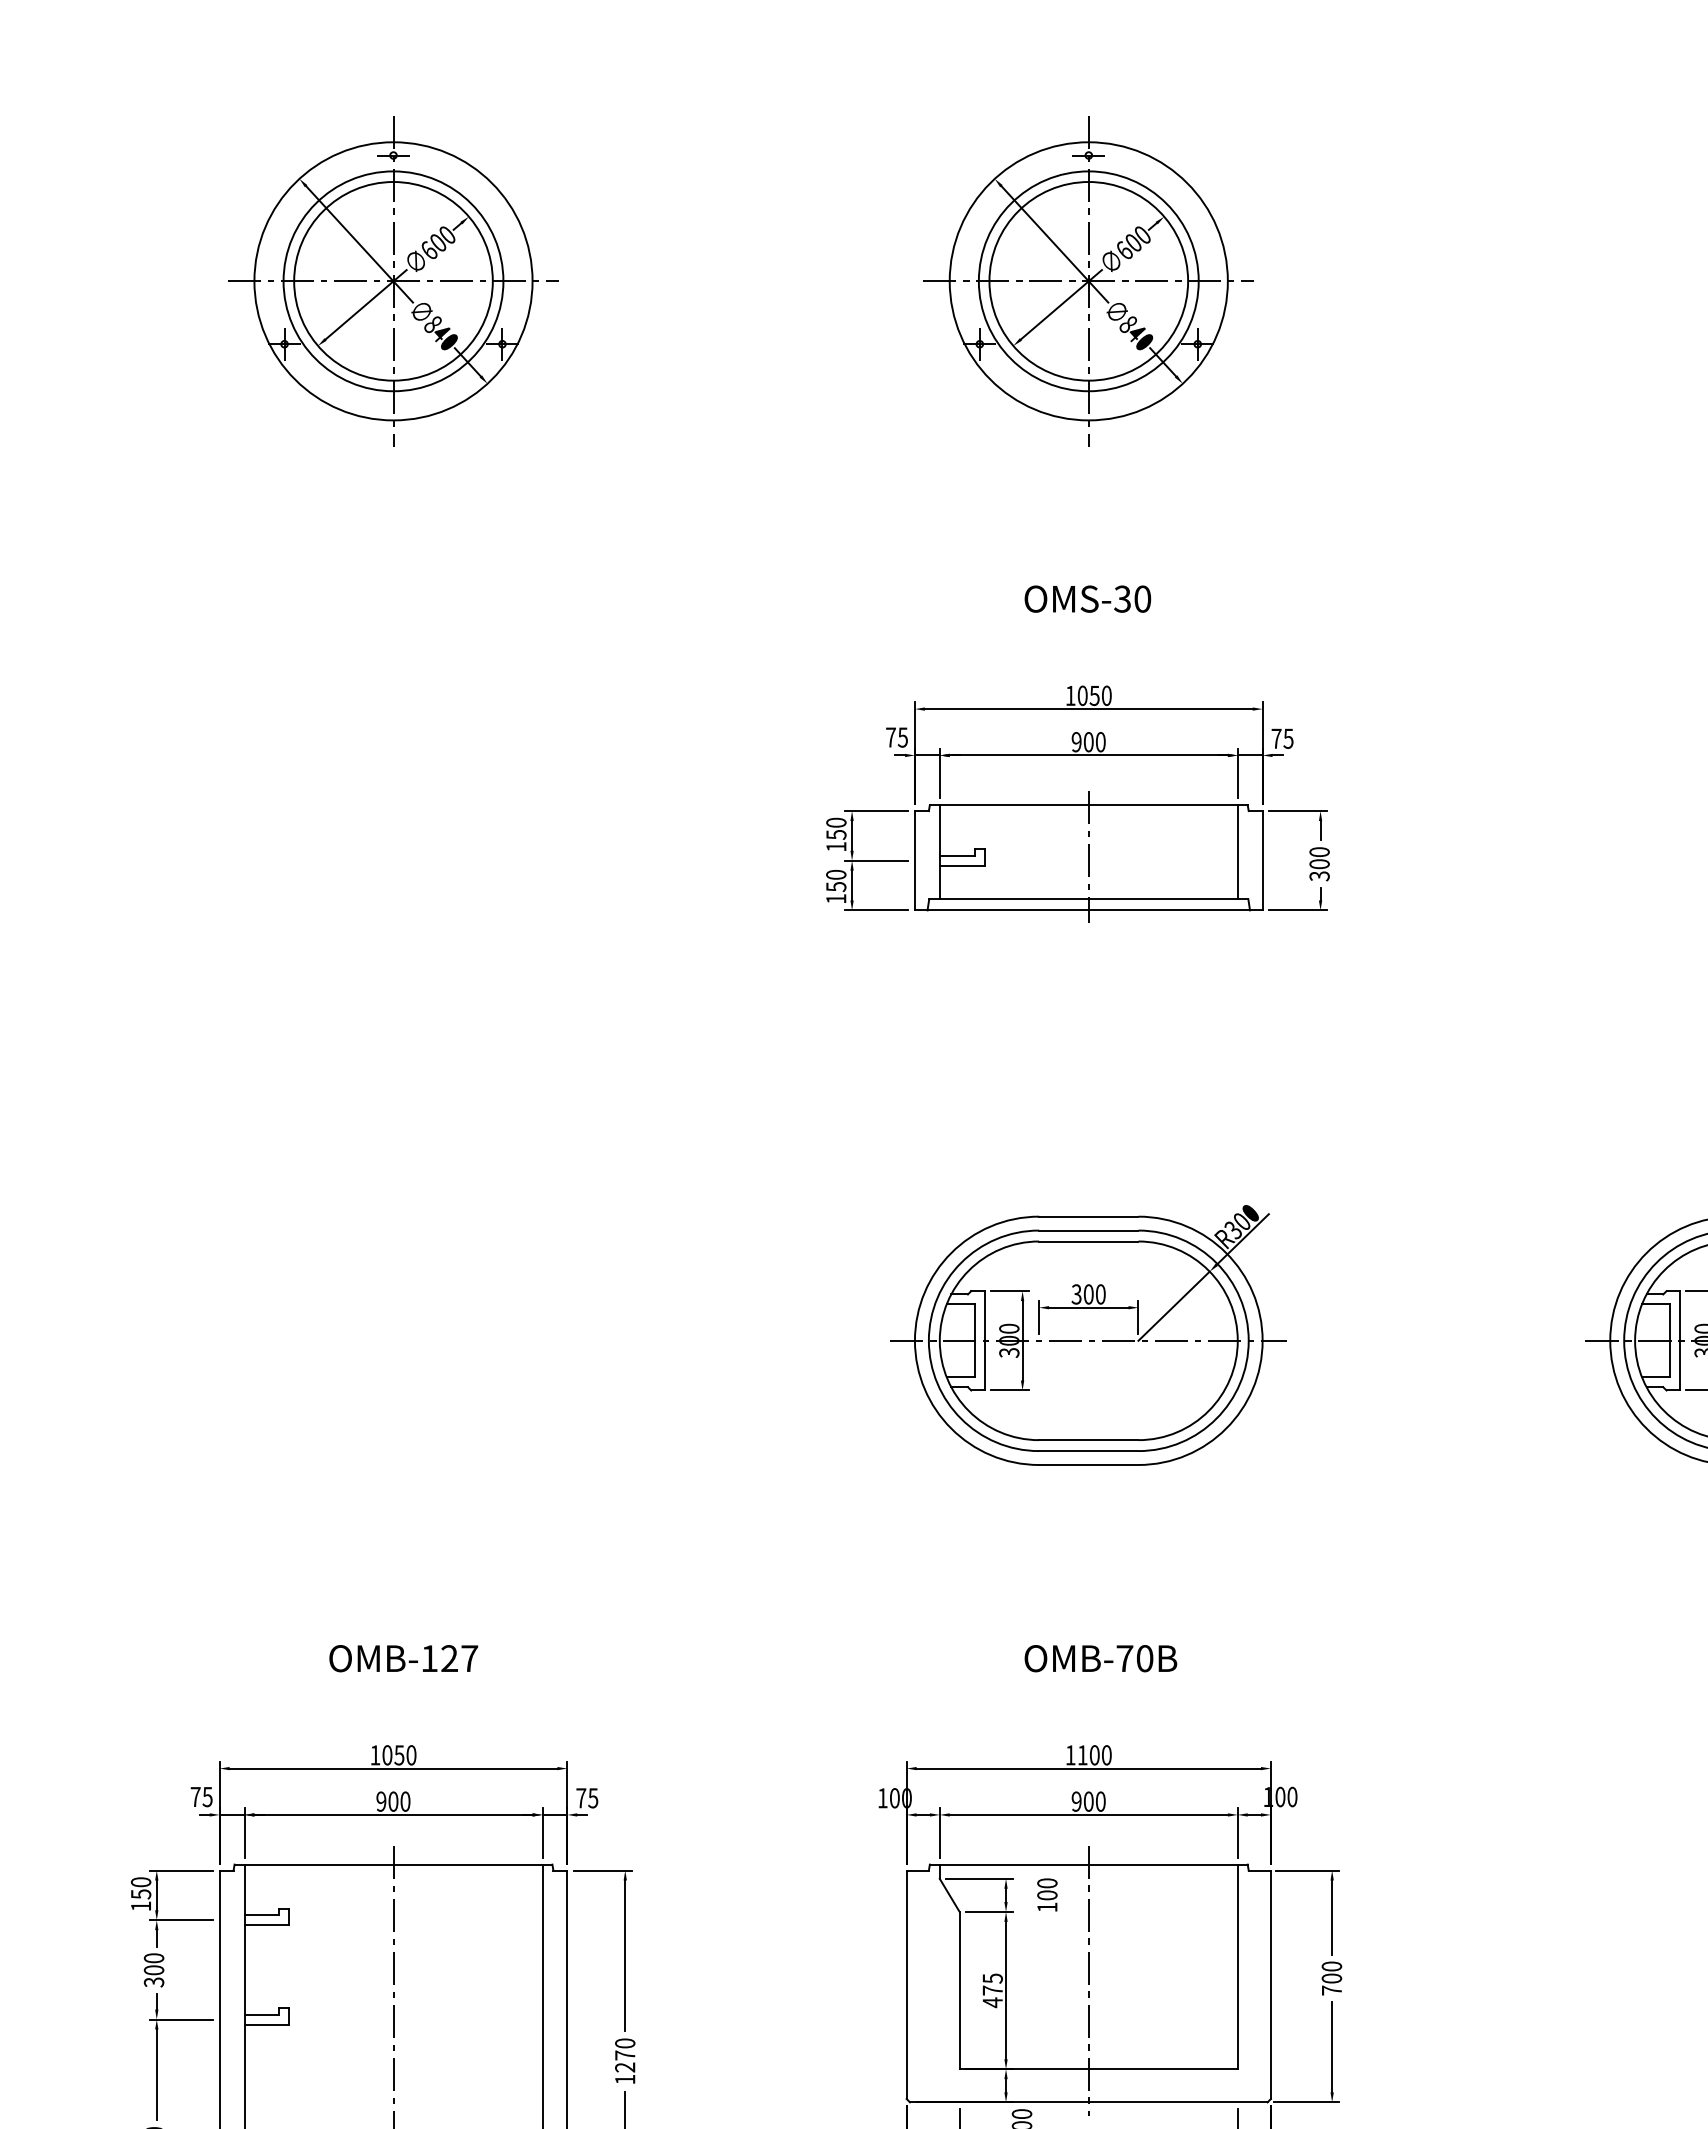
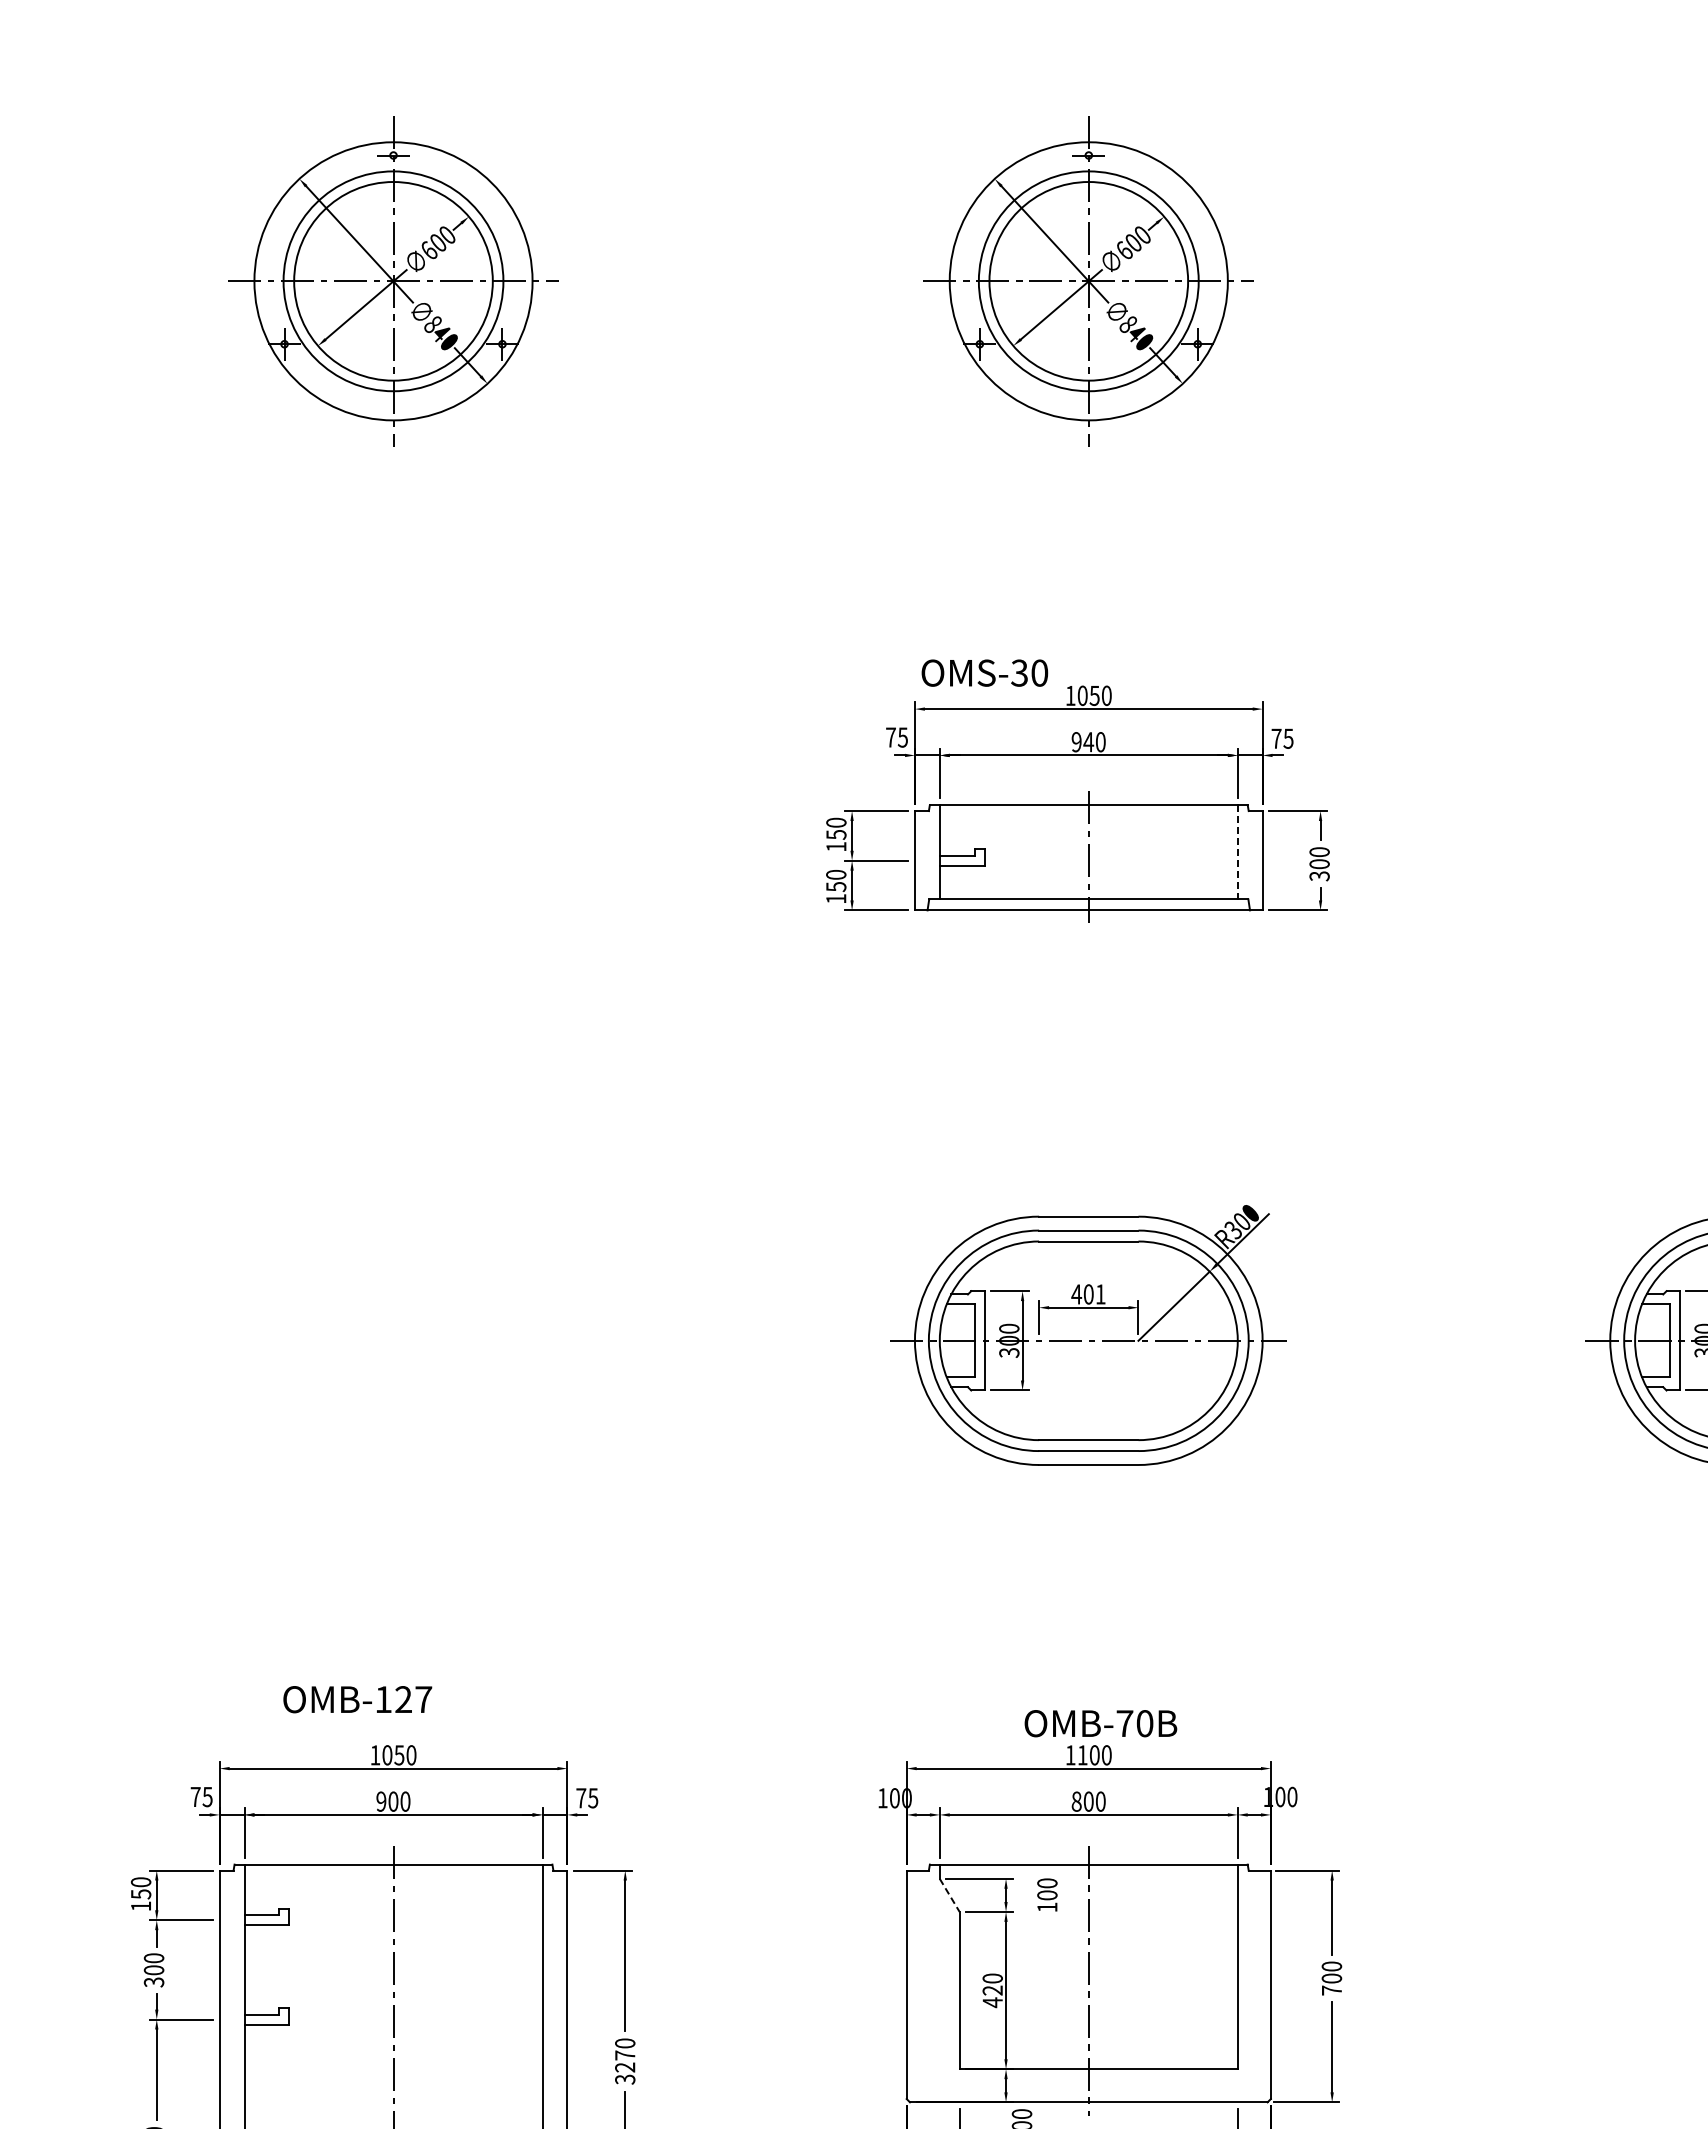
text at (1087, 598) position: (1087, 598) -> (984, 672)
text at (1088, 742): 900 -> 940
line at (1237, 852): solid -> dashed
text at (1088, 1294): 300 -> 401
text at (403, 1658) position: (403, 1658) -> (357, 1699)
text at (1100, 1658) position: (1100, 1658) -> (1100, 1723)
text at (1076, 1801): 900 -> 800
line at (949, 1895): solid -> dashed
text at (992, 1984): 475 -> 420
text at (625, 2079): 1270 -> 3270
